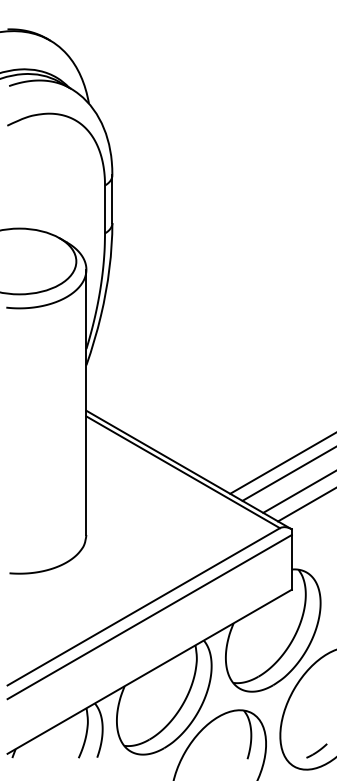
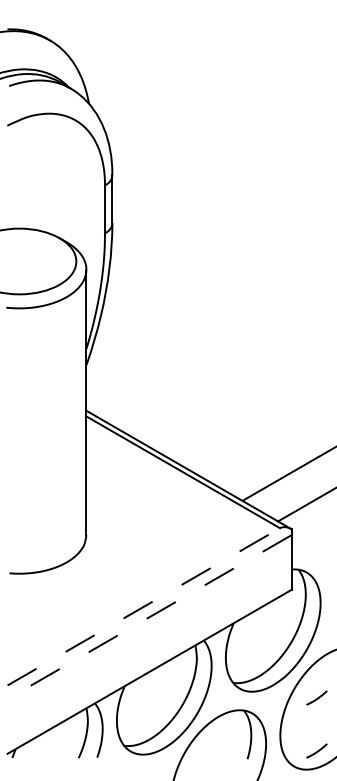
line at (281, 463): present -> none
line at (298, 492): present -> none
line at (144, 606): solid -> dashed
line at (149, 617): solid -> dashed
part at (316, 697): none -> present
